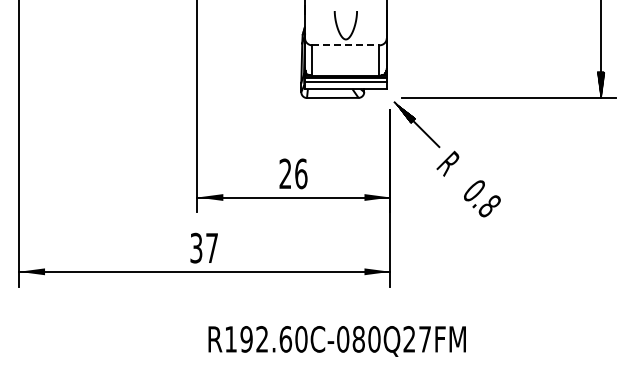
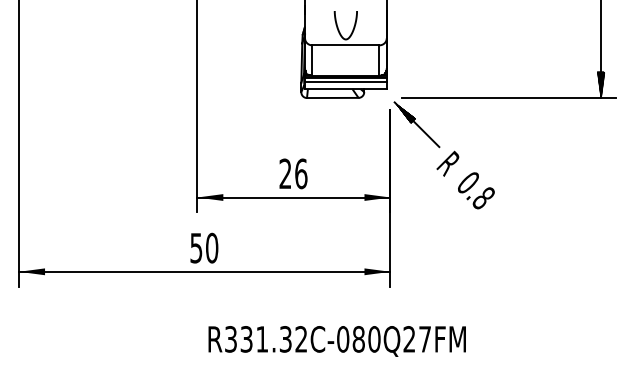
line at (346, 45): dashed -> solid
text at (482, 198) position: (482, 198) -> (476, 190)
text at (204, 247): 37 -> 50
text at (266, 339): R192.60C-080Q27FM -> R331.32C-080Q27FM
